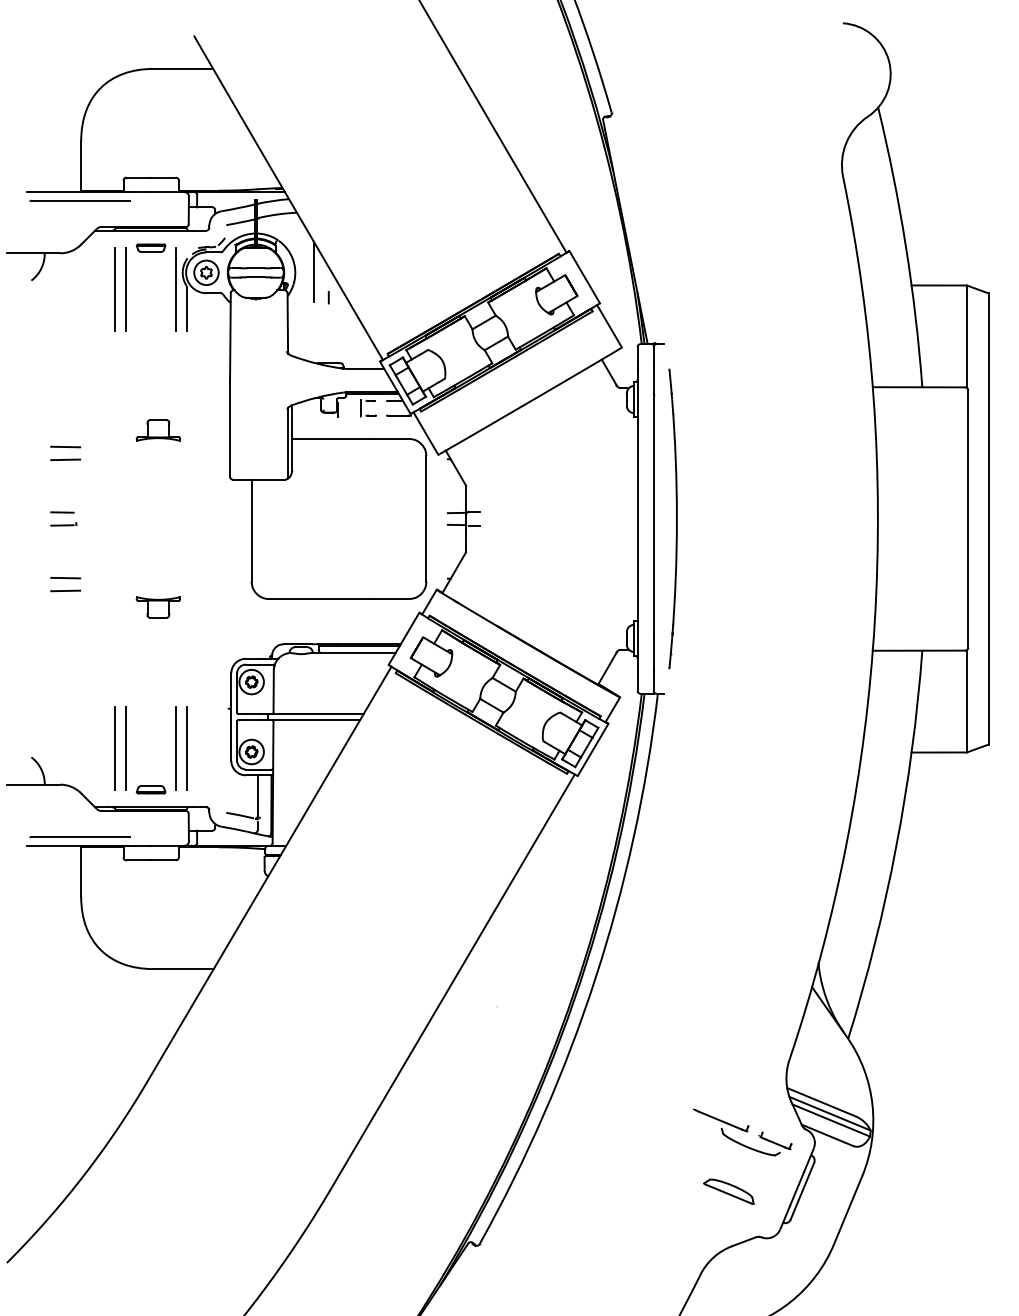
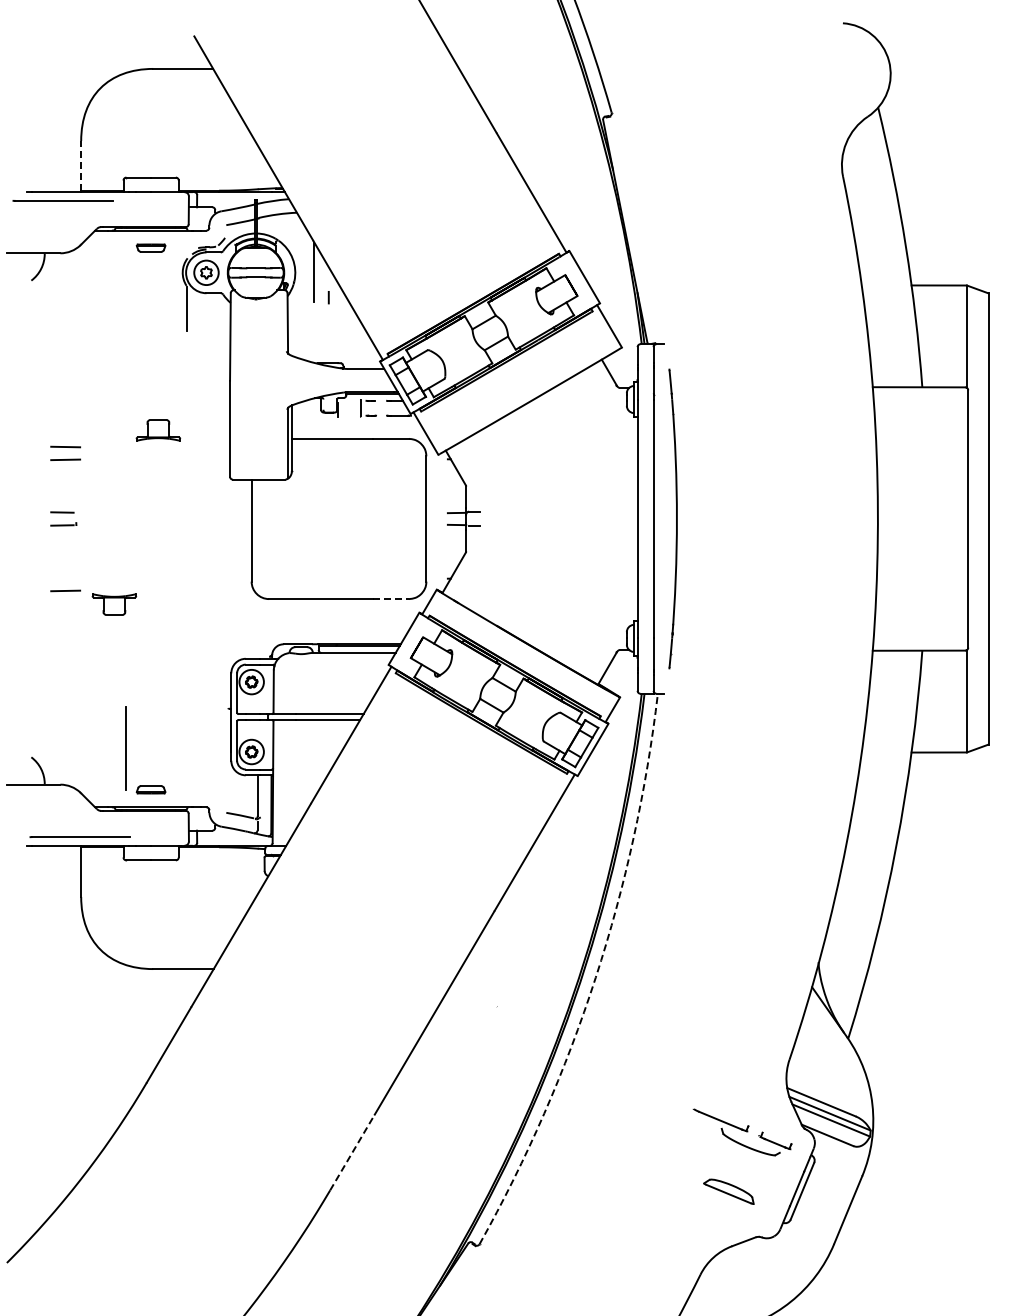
line at (81, 165): solid -> dashed
line at (79, 200) position: (79, 200) -> (62, 200)
line at (115, 289): present -> none
line at (125, 289): present -> none
line at (176, 289): present -> none
line at (65, 577): present -> none
line at (391, 599): solid -> dashed
part at (158, 607) position: (158, 607) -> (114, 604)
line at (114, 748): present -> none
line at (176, 748): present -> none
line at (187, 748): present -> none
arc at (595, 977): solid -> dashed
line at (352, 1152): solid -> dashed
